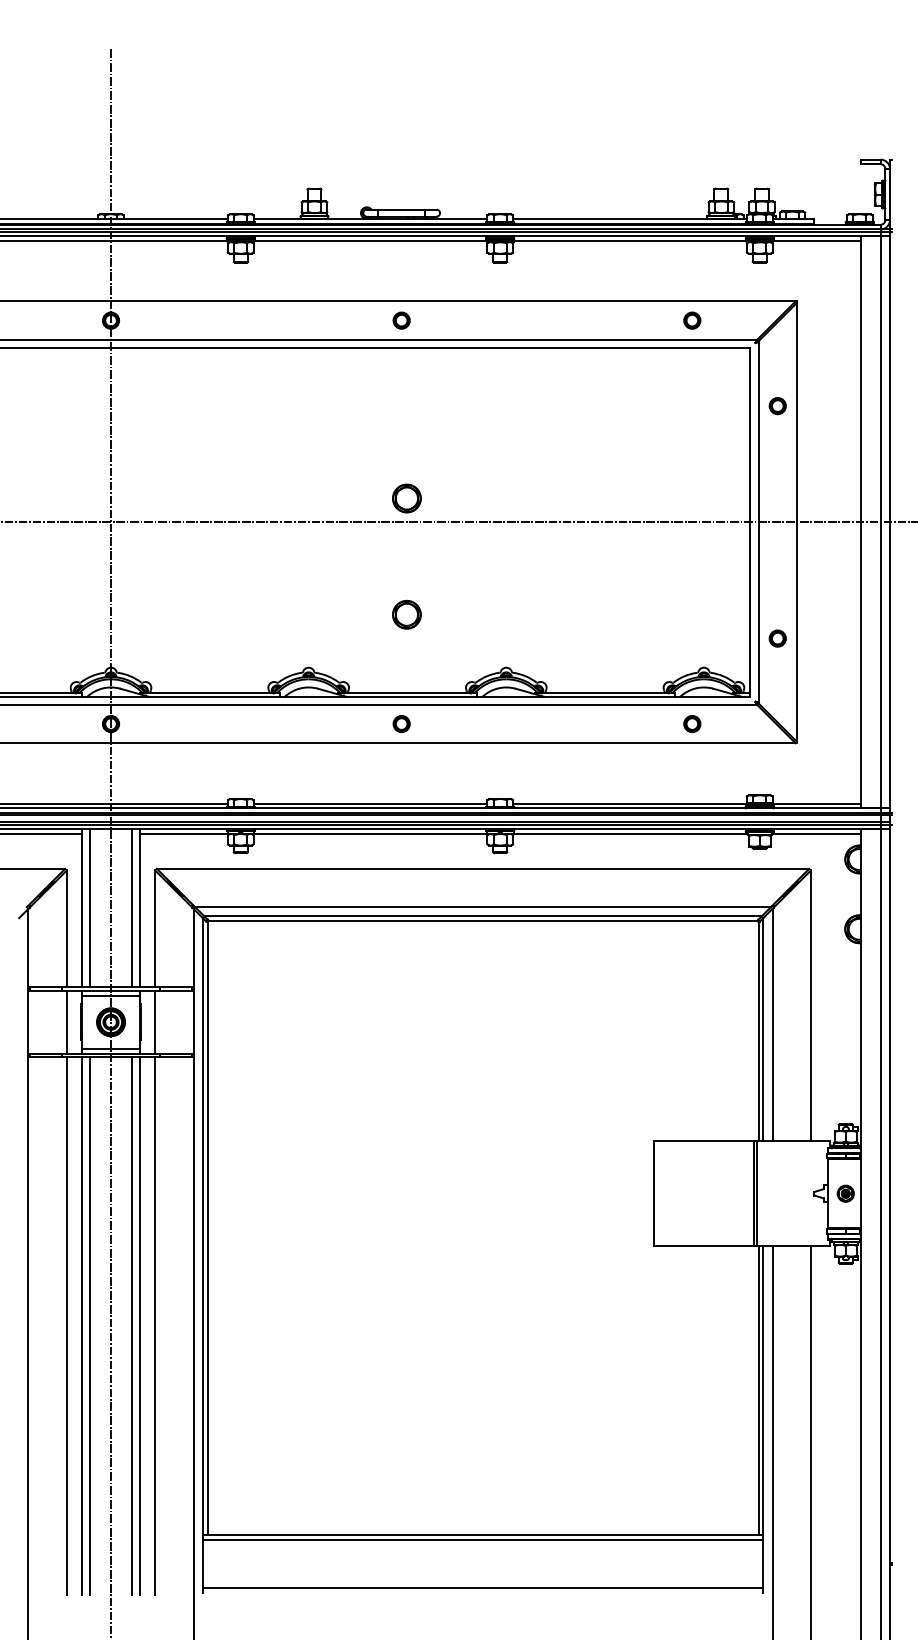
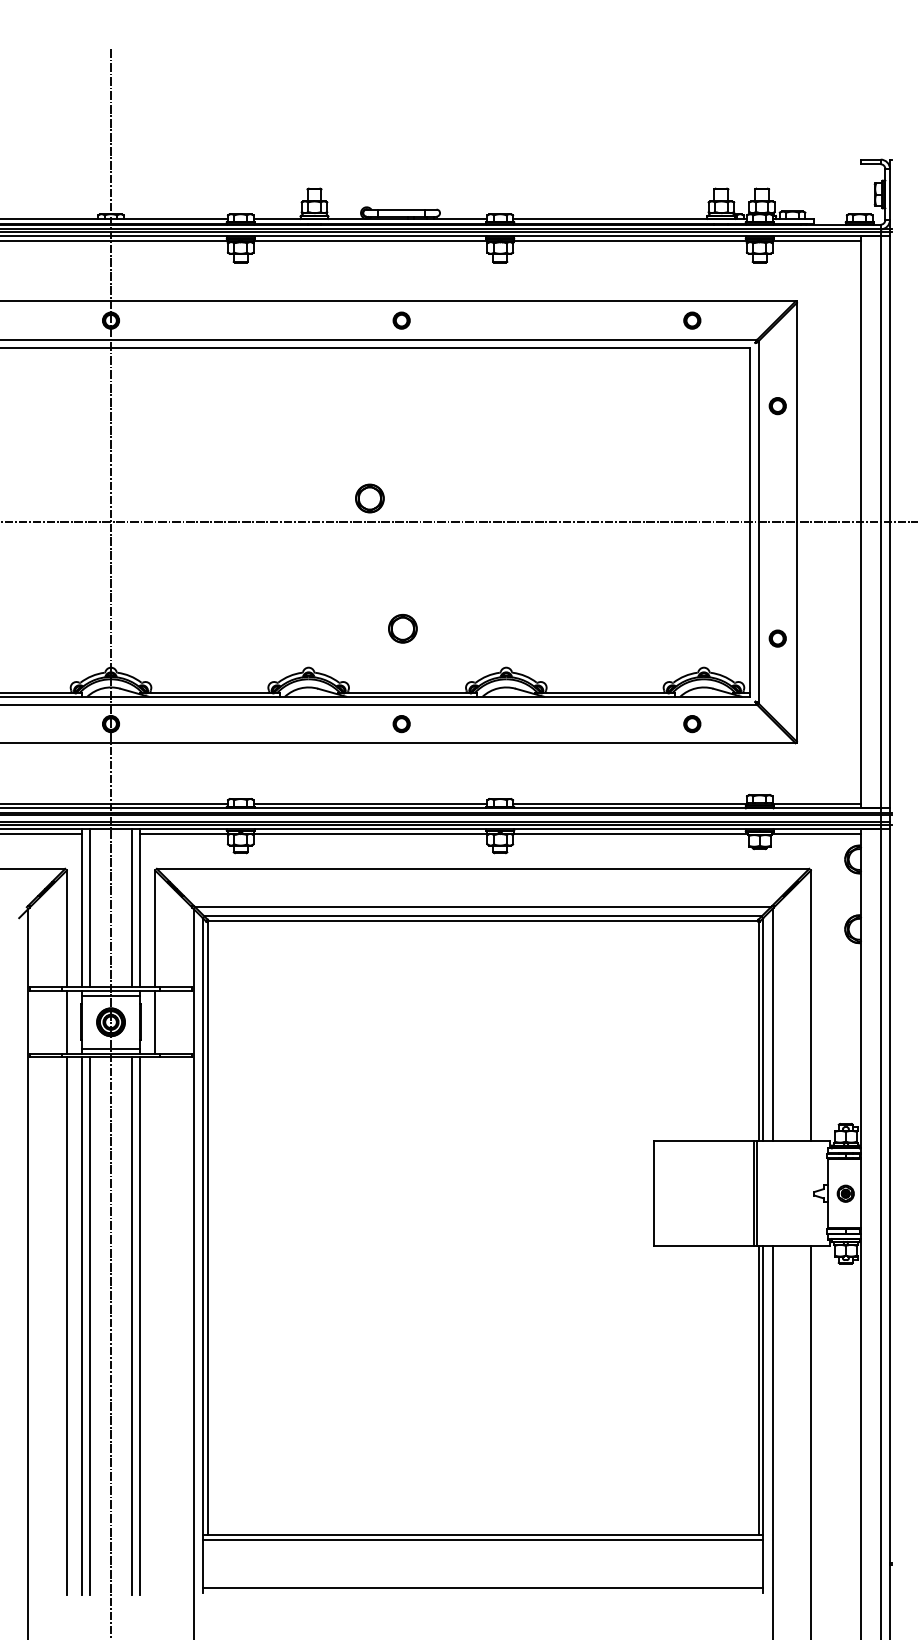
part at (406, 498) position: (406, 498) -> (369, 498)
part at (406, 614) position: (406, 614) -> (402, 628)
line at (155, 1326): present -> none
